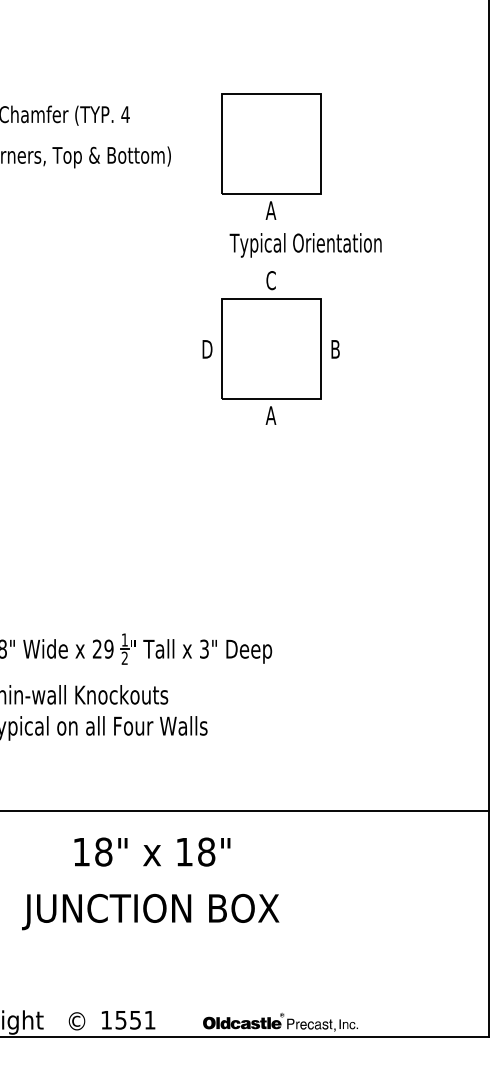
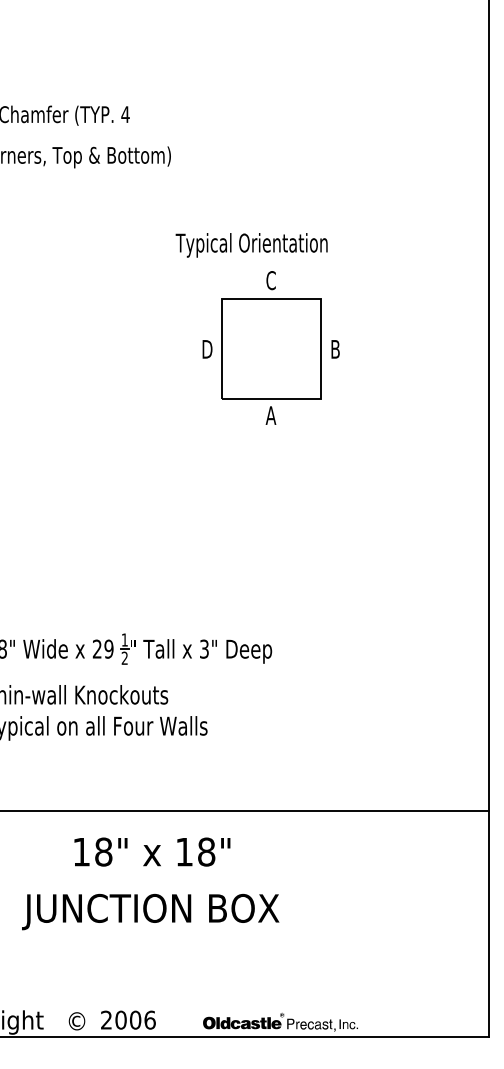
part at (271, 156): present -> none
text at (305, 245) position: (305, 245) -> (251, 245)
text at (128, 1019): 1551 -> 2006
